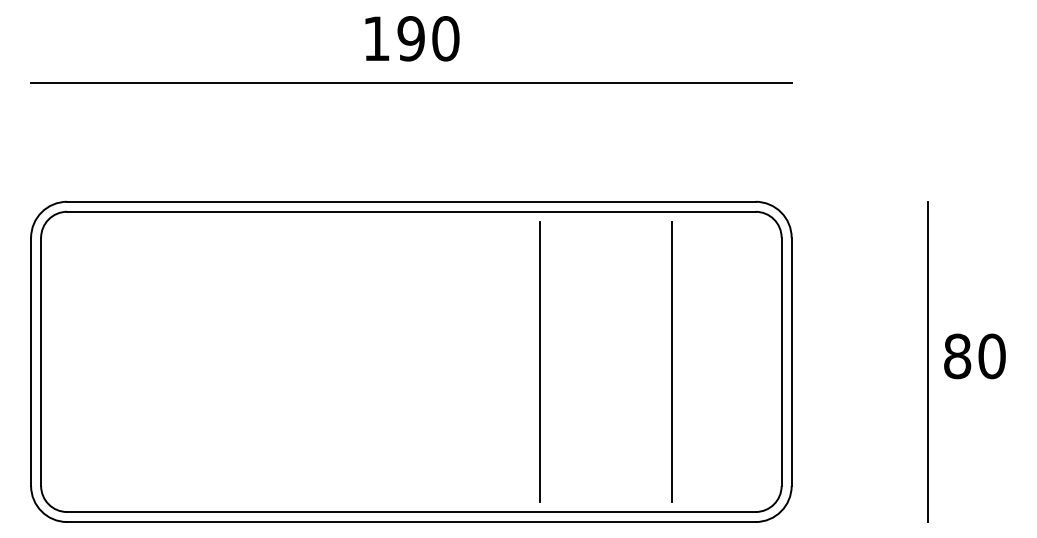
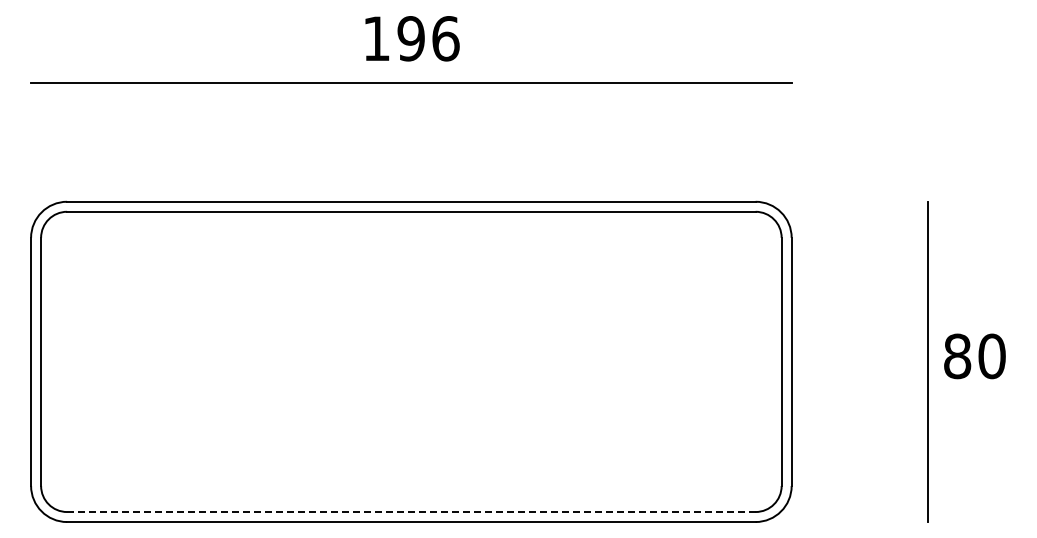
text at (445, 38): 190 -> 196
line at (540, 361): present -> none
line at (671, 361): present -> none
line at (411, 512): solid -> dashed
